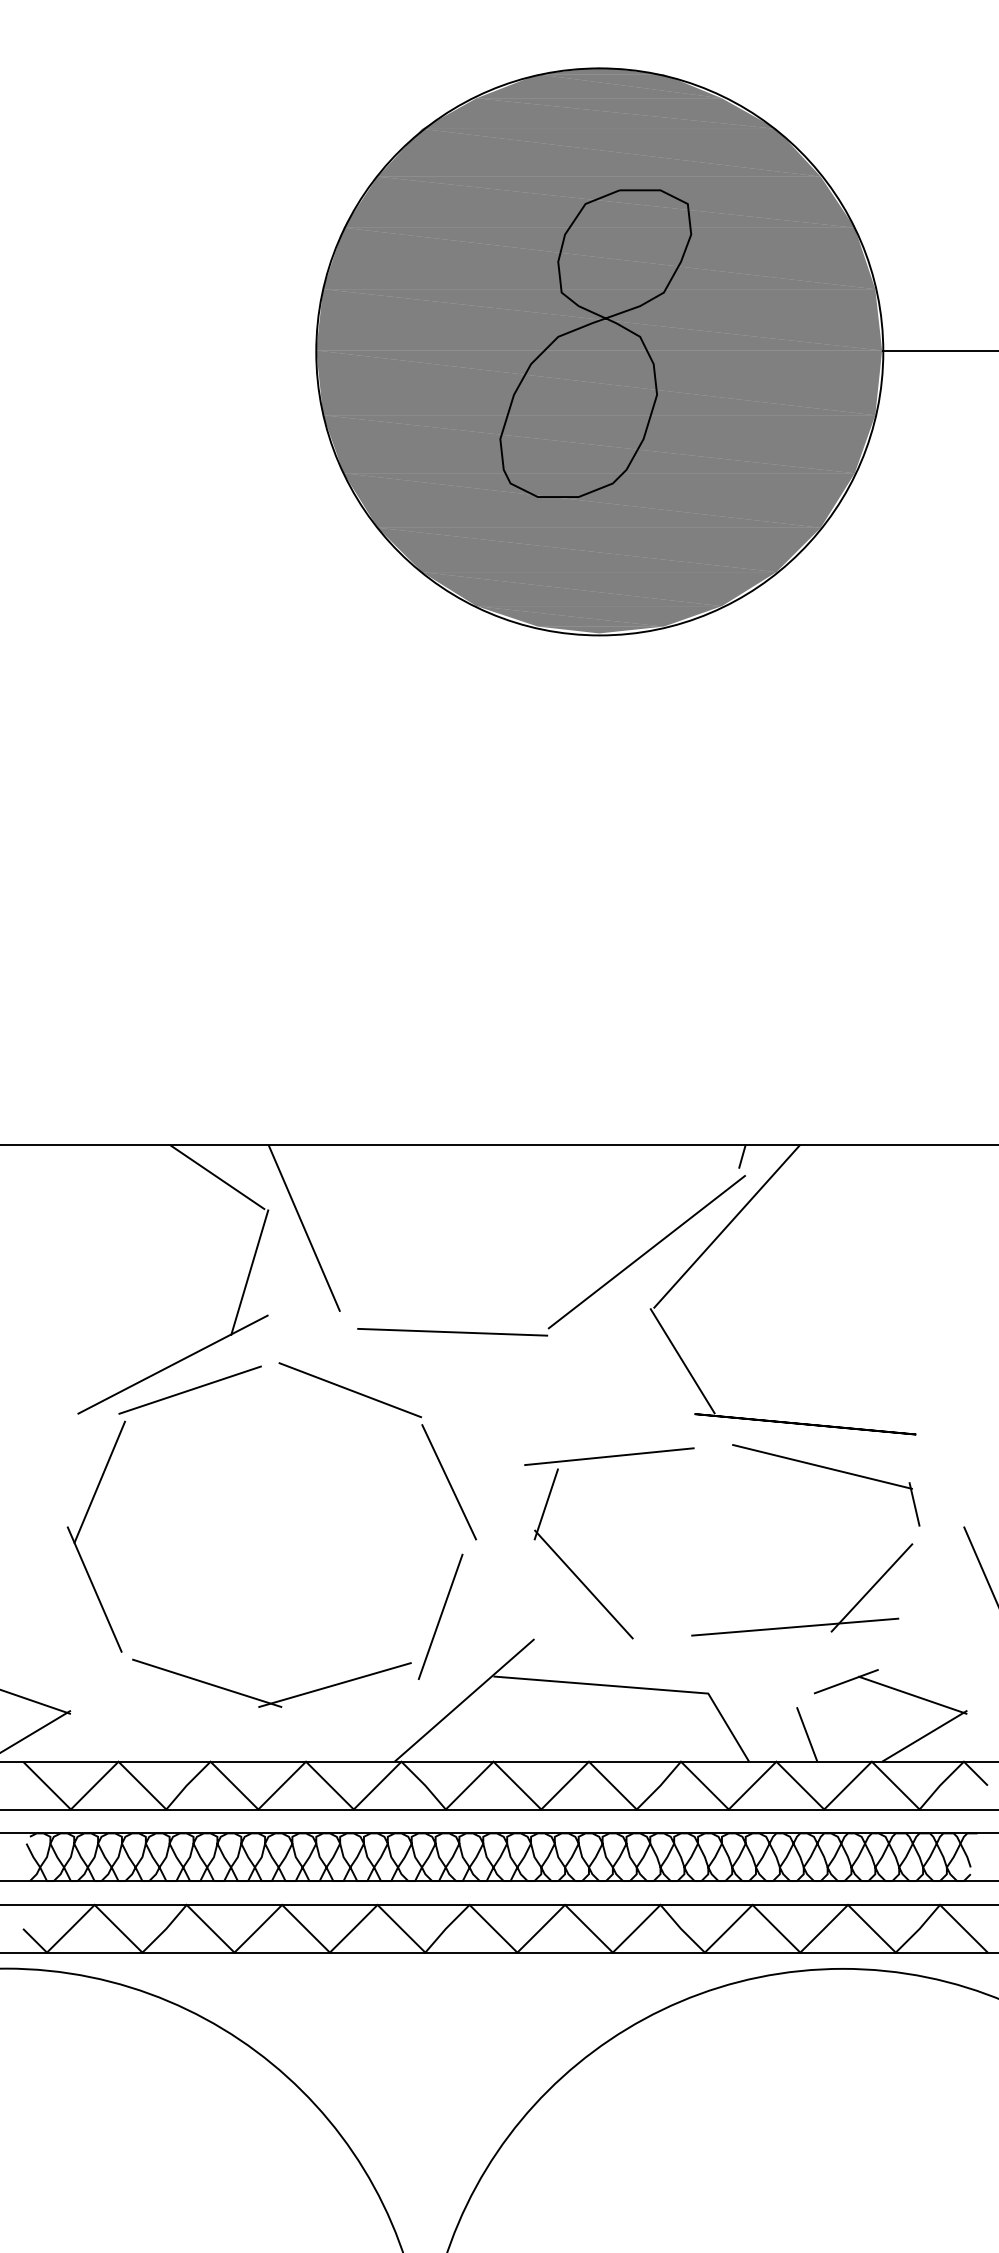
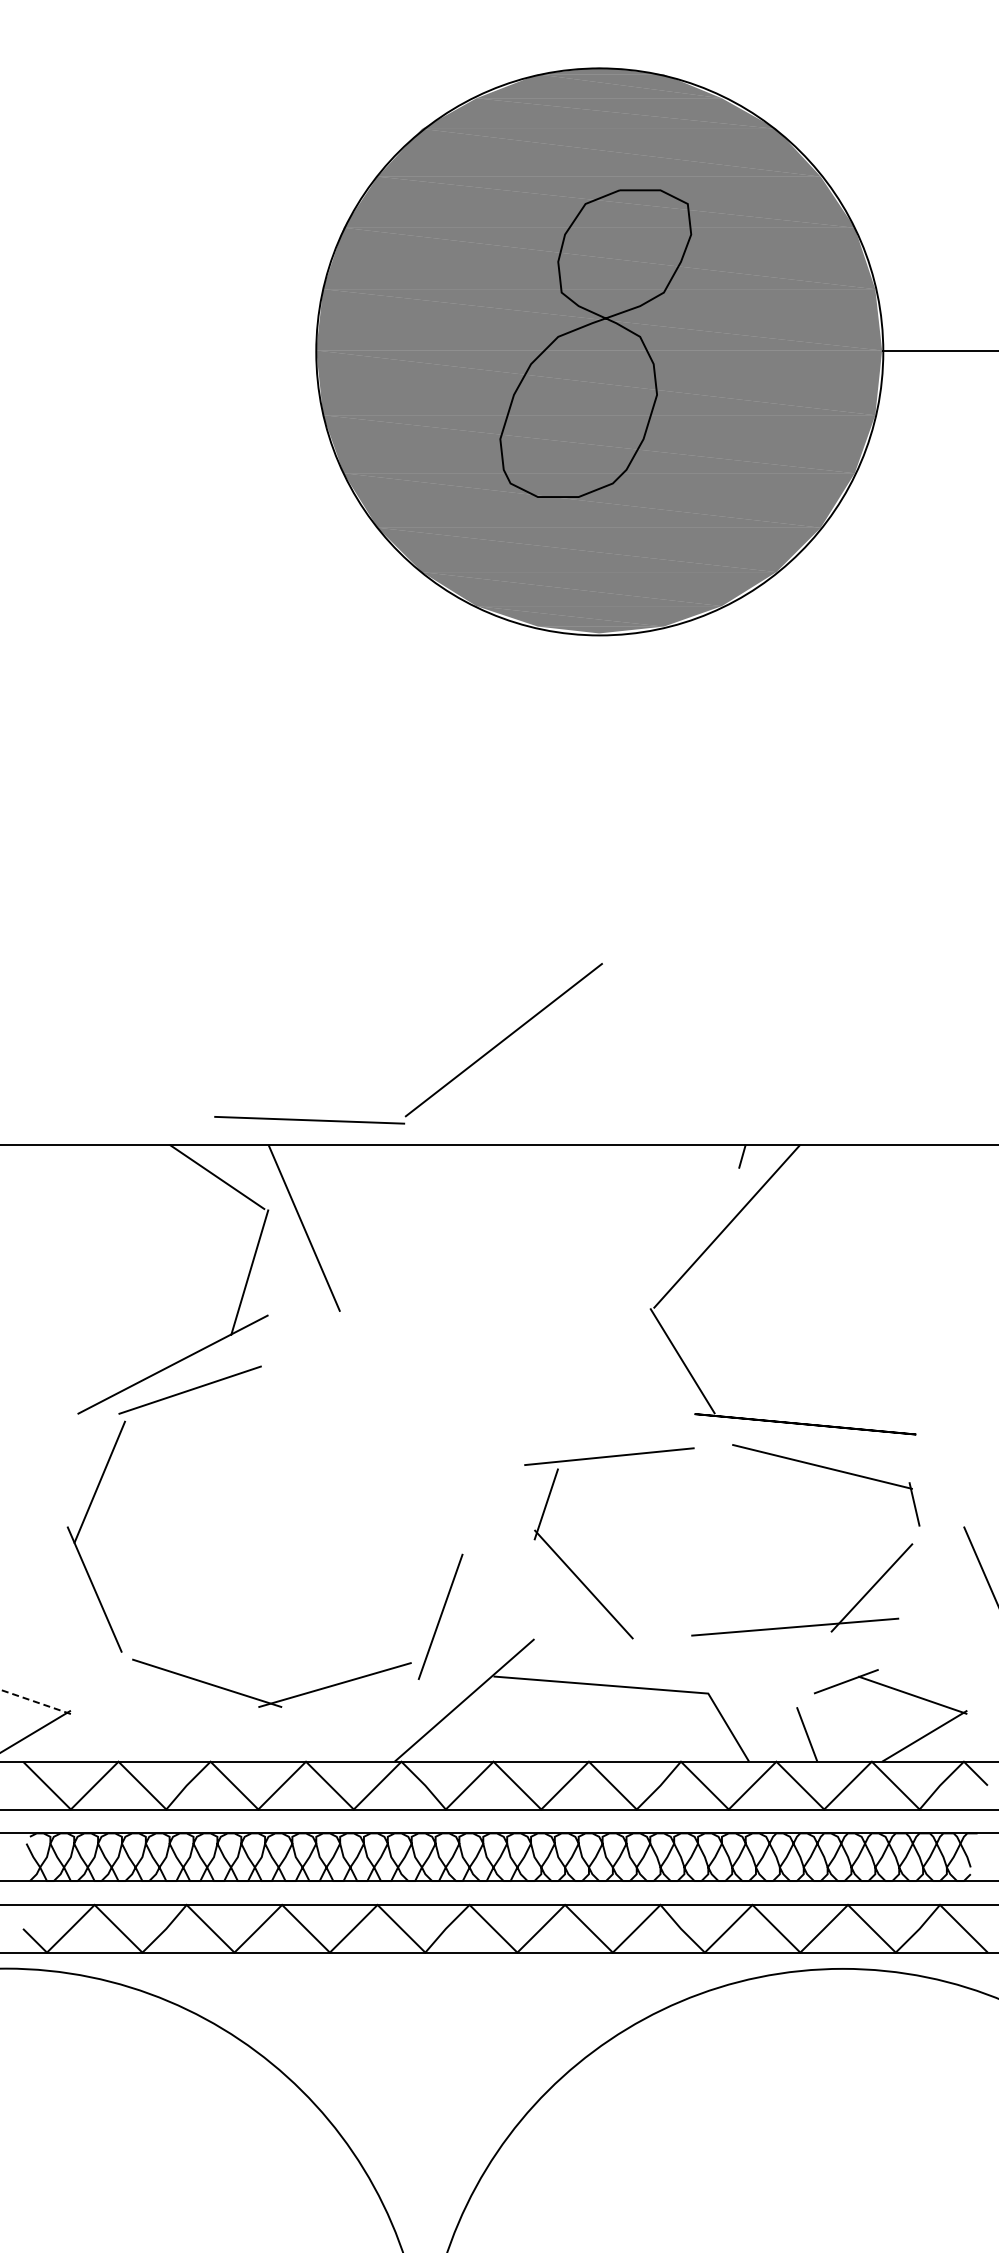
part at (582, 1300) position: (582, 1300) -> (439, 1088)
part at (392, 1407): present -> none
line at (35, 1701): solid -> dashed
